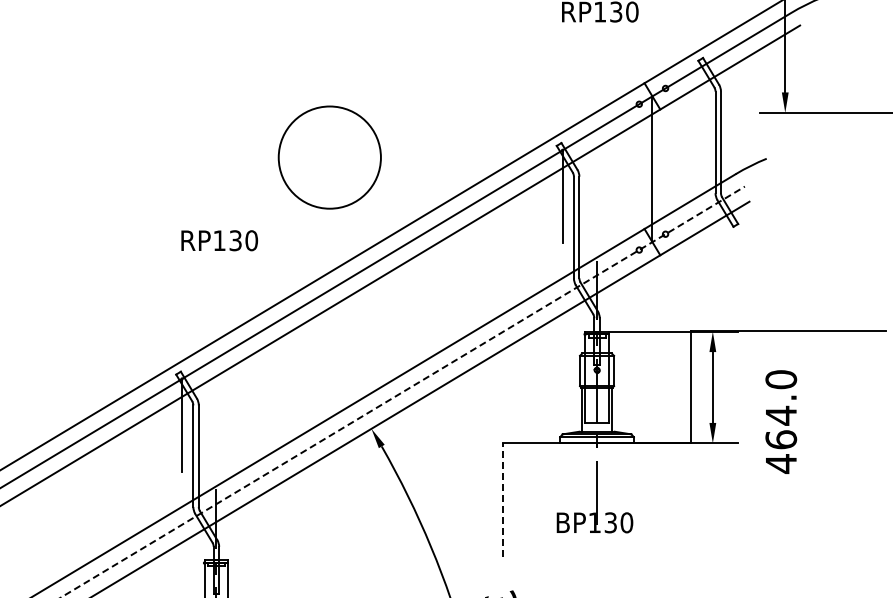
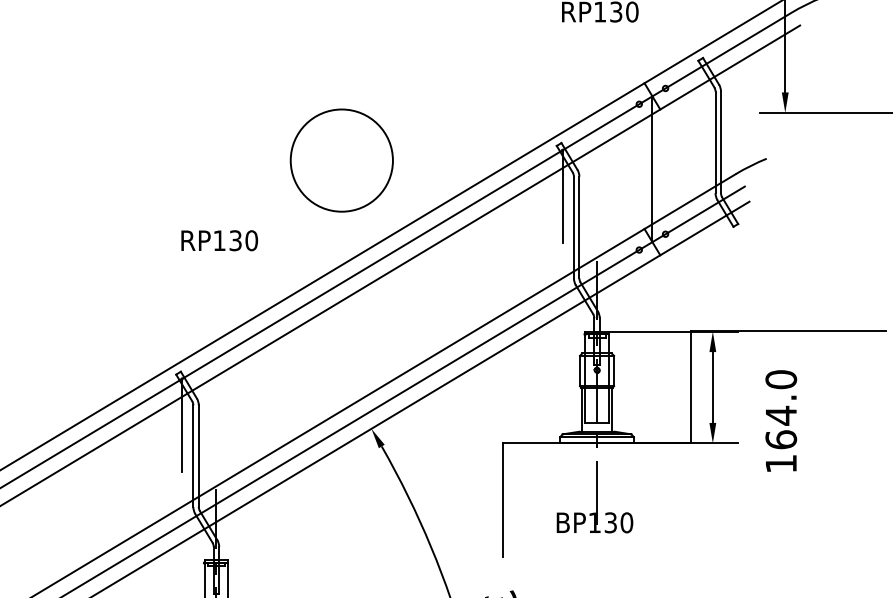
circle at (329, 157) position: (329, 157) -> (341, 160)
line at (403, 391): dashed -> solid
text at (781, 463): 464.0 -> 164.0
line at (503, 500): dashed -> solid
